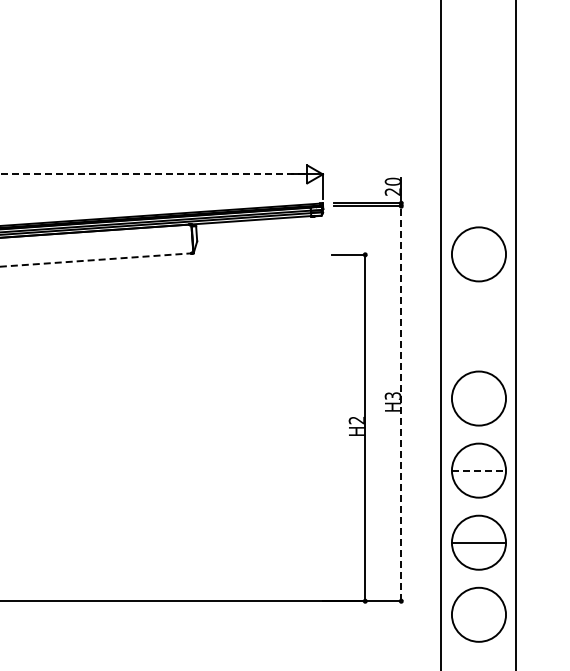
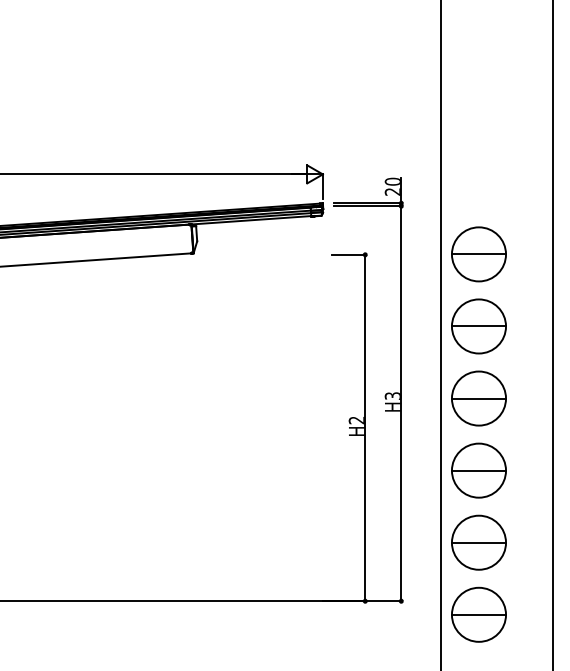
line at (151, 174): dashed -> solid
line at (478, 254): none -> present
line at (96, 259): dashed -> solid
part at (478, 326): none -> present
line at (515, 334) position: (515, 334) -> (552, 334)
line at (478, 398): none -> present
line at (401, 403): dashed -> solid
line at (479, 470): dashed -> solid
line at (478, 614): none -> present
